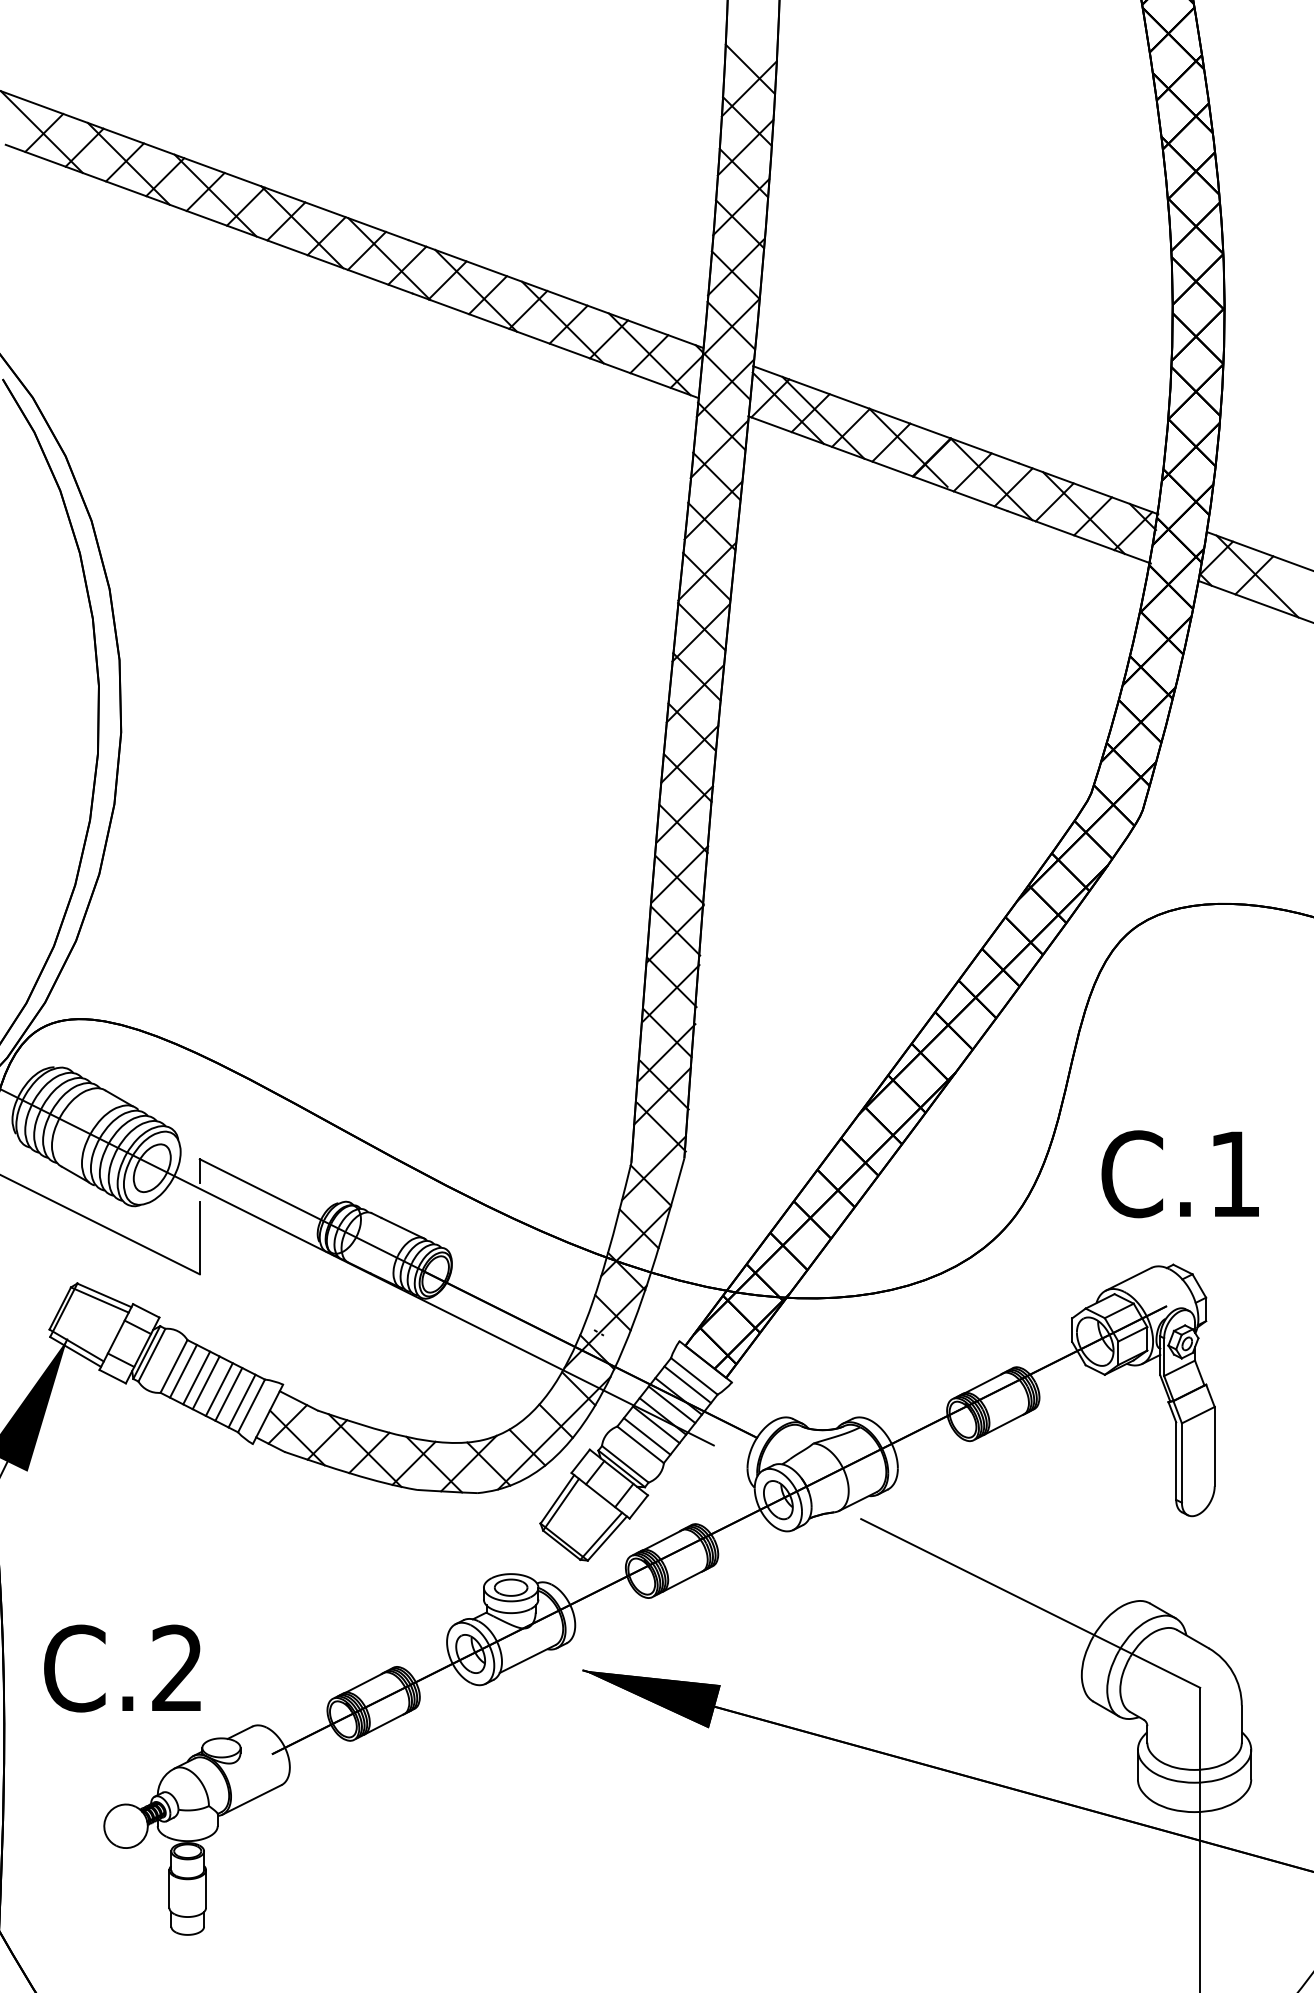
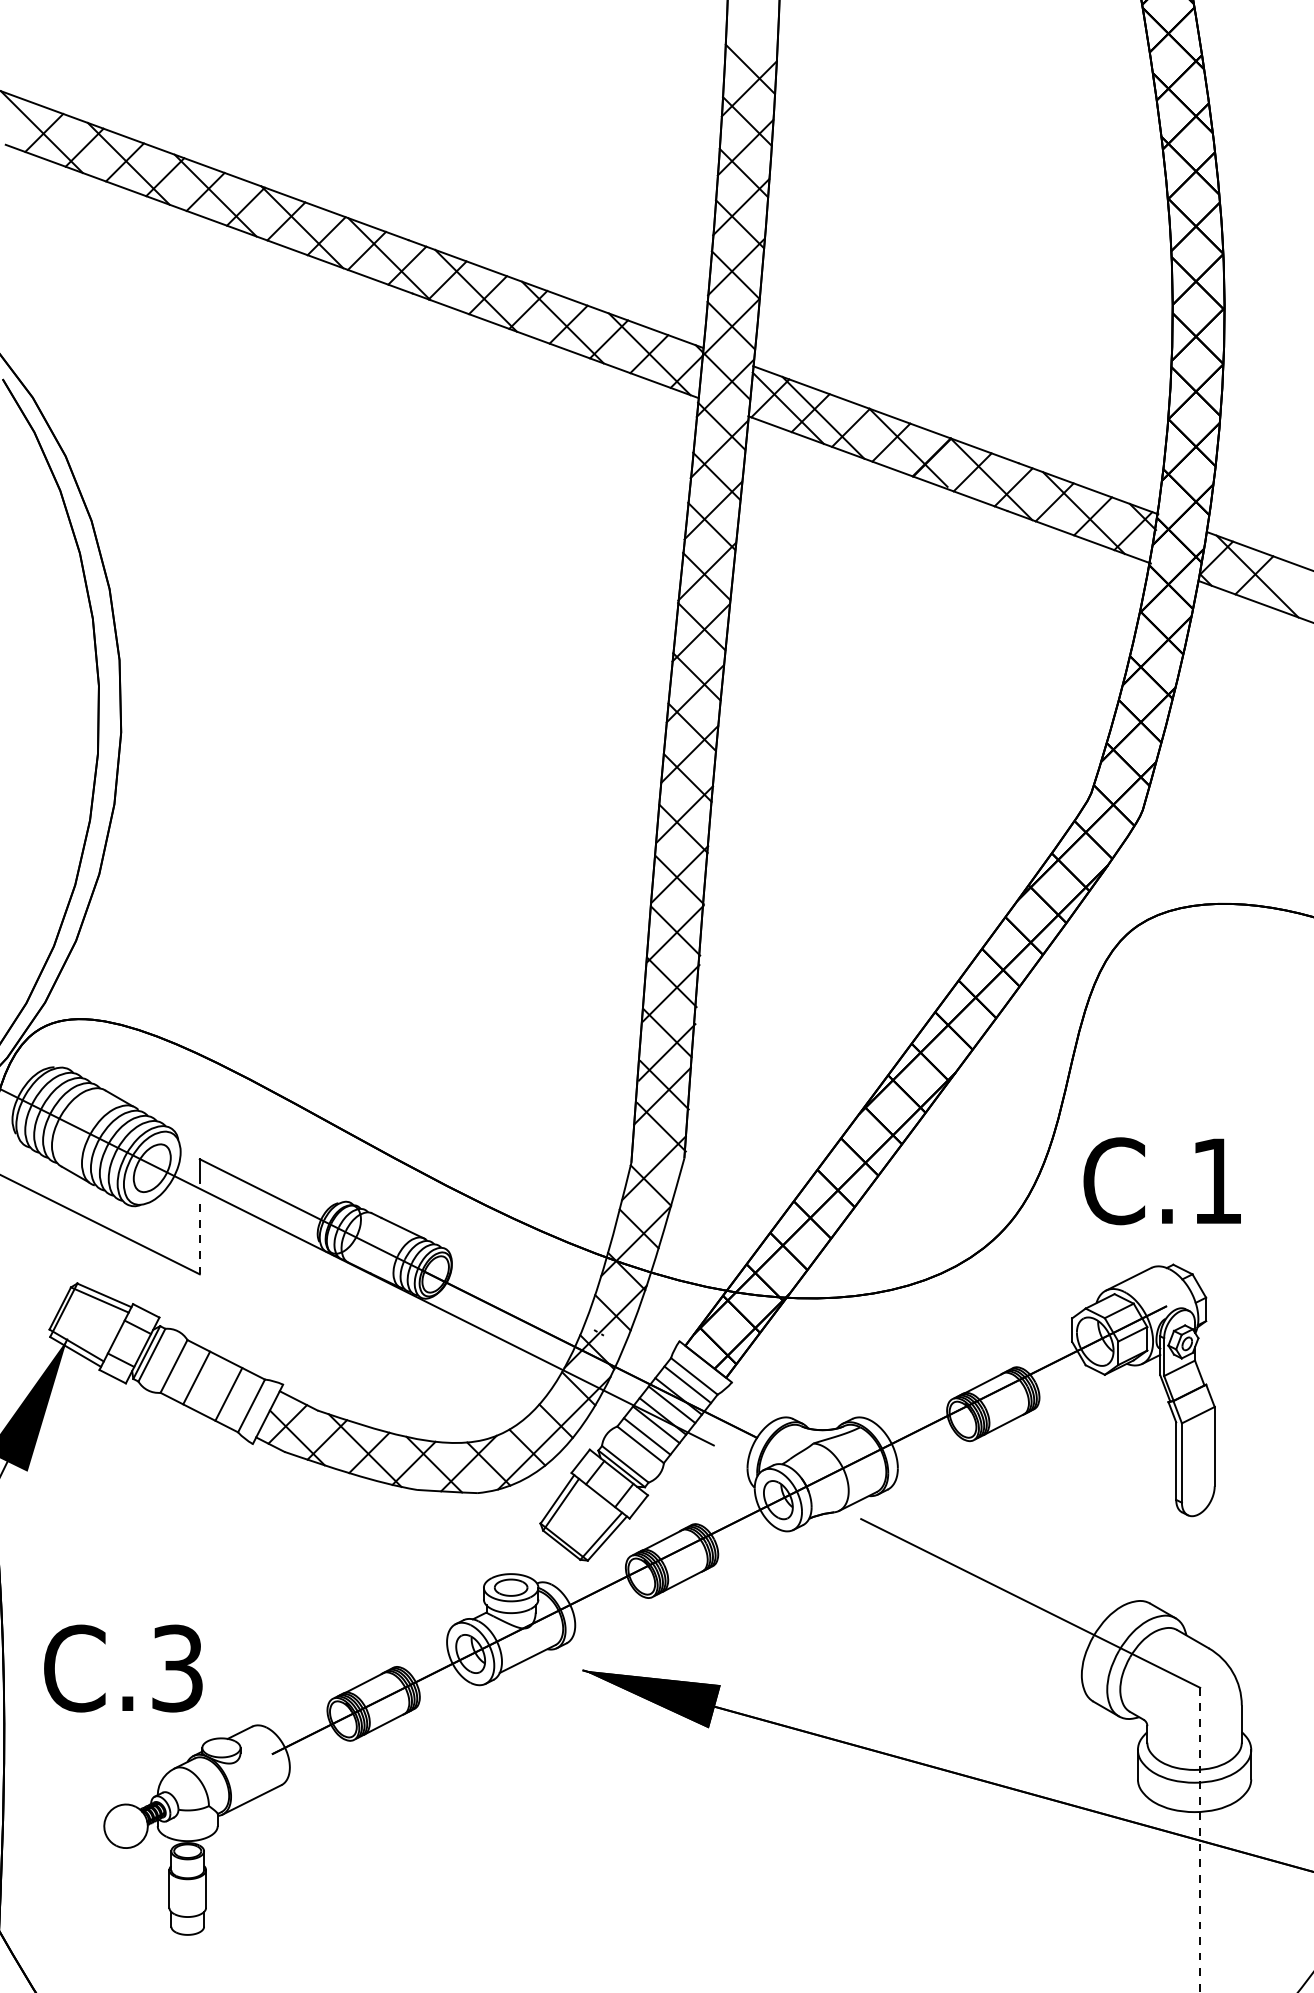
text at (1179, 1174) position: (1179, 1174) -> (1161, 1181)
line at (199, 1237): solid -> dashed
line at (183, 1370): present -> none
line at (205, 1382): present -> none
line at (218, 1389): present -> none
line at (241, 1400): present -> none
text at (177, 1668): C.2 -> C.3
line at (1200, 1840): solid -> dashed
